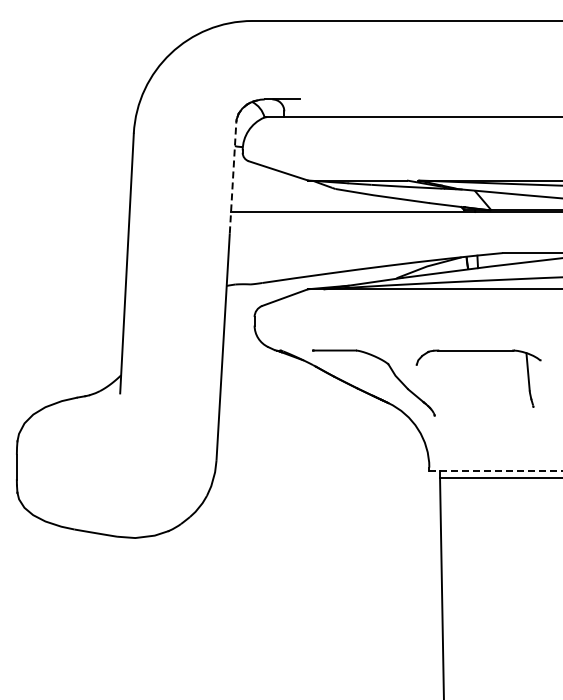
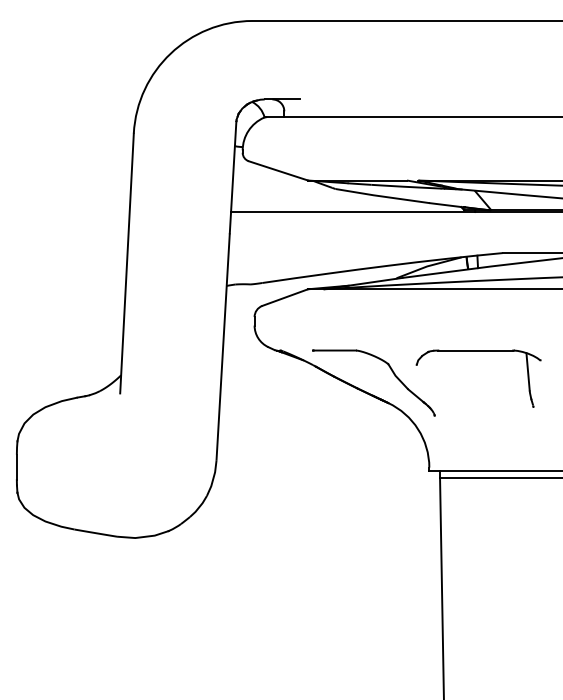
line at (233, 177): dashed -> solid
line at (496, 471): dashed -> solid
